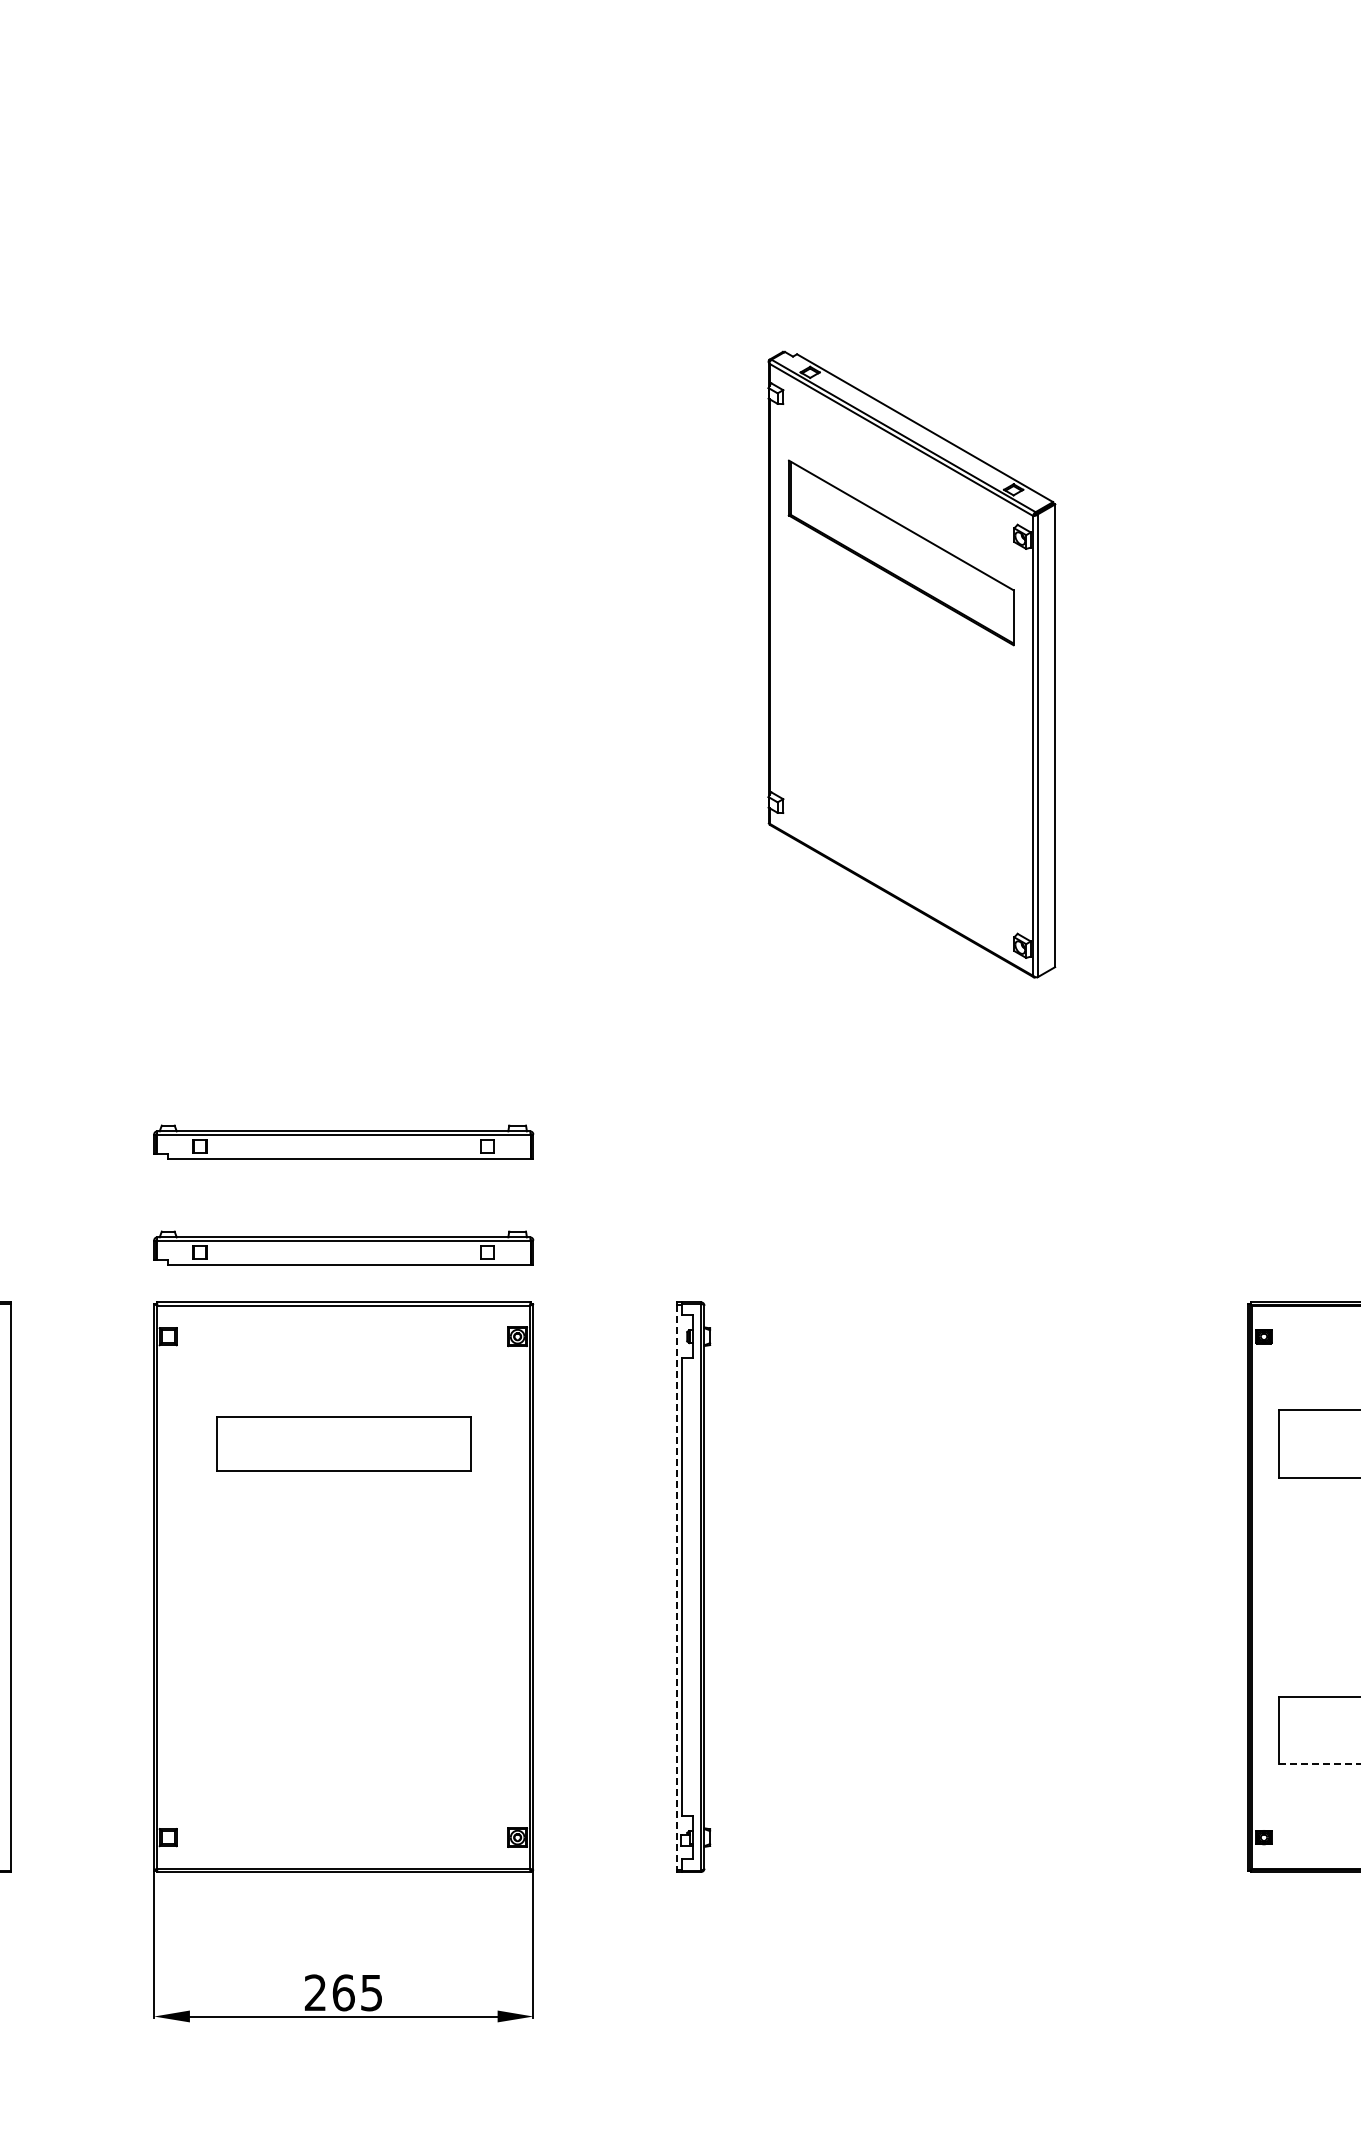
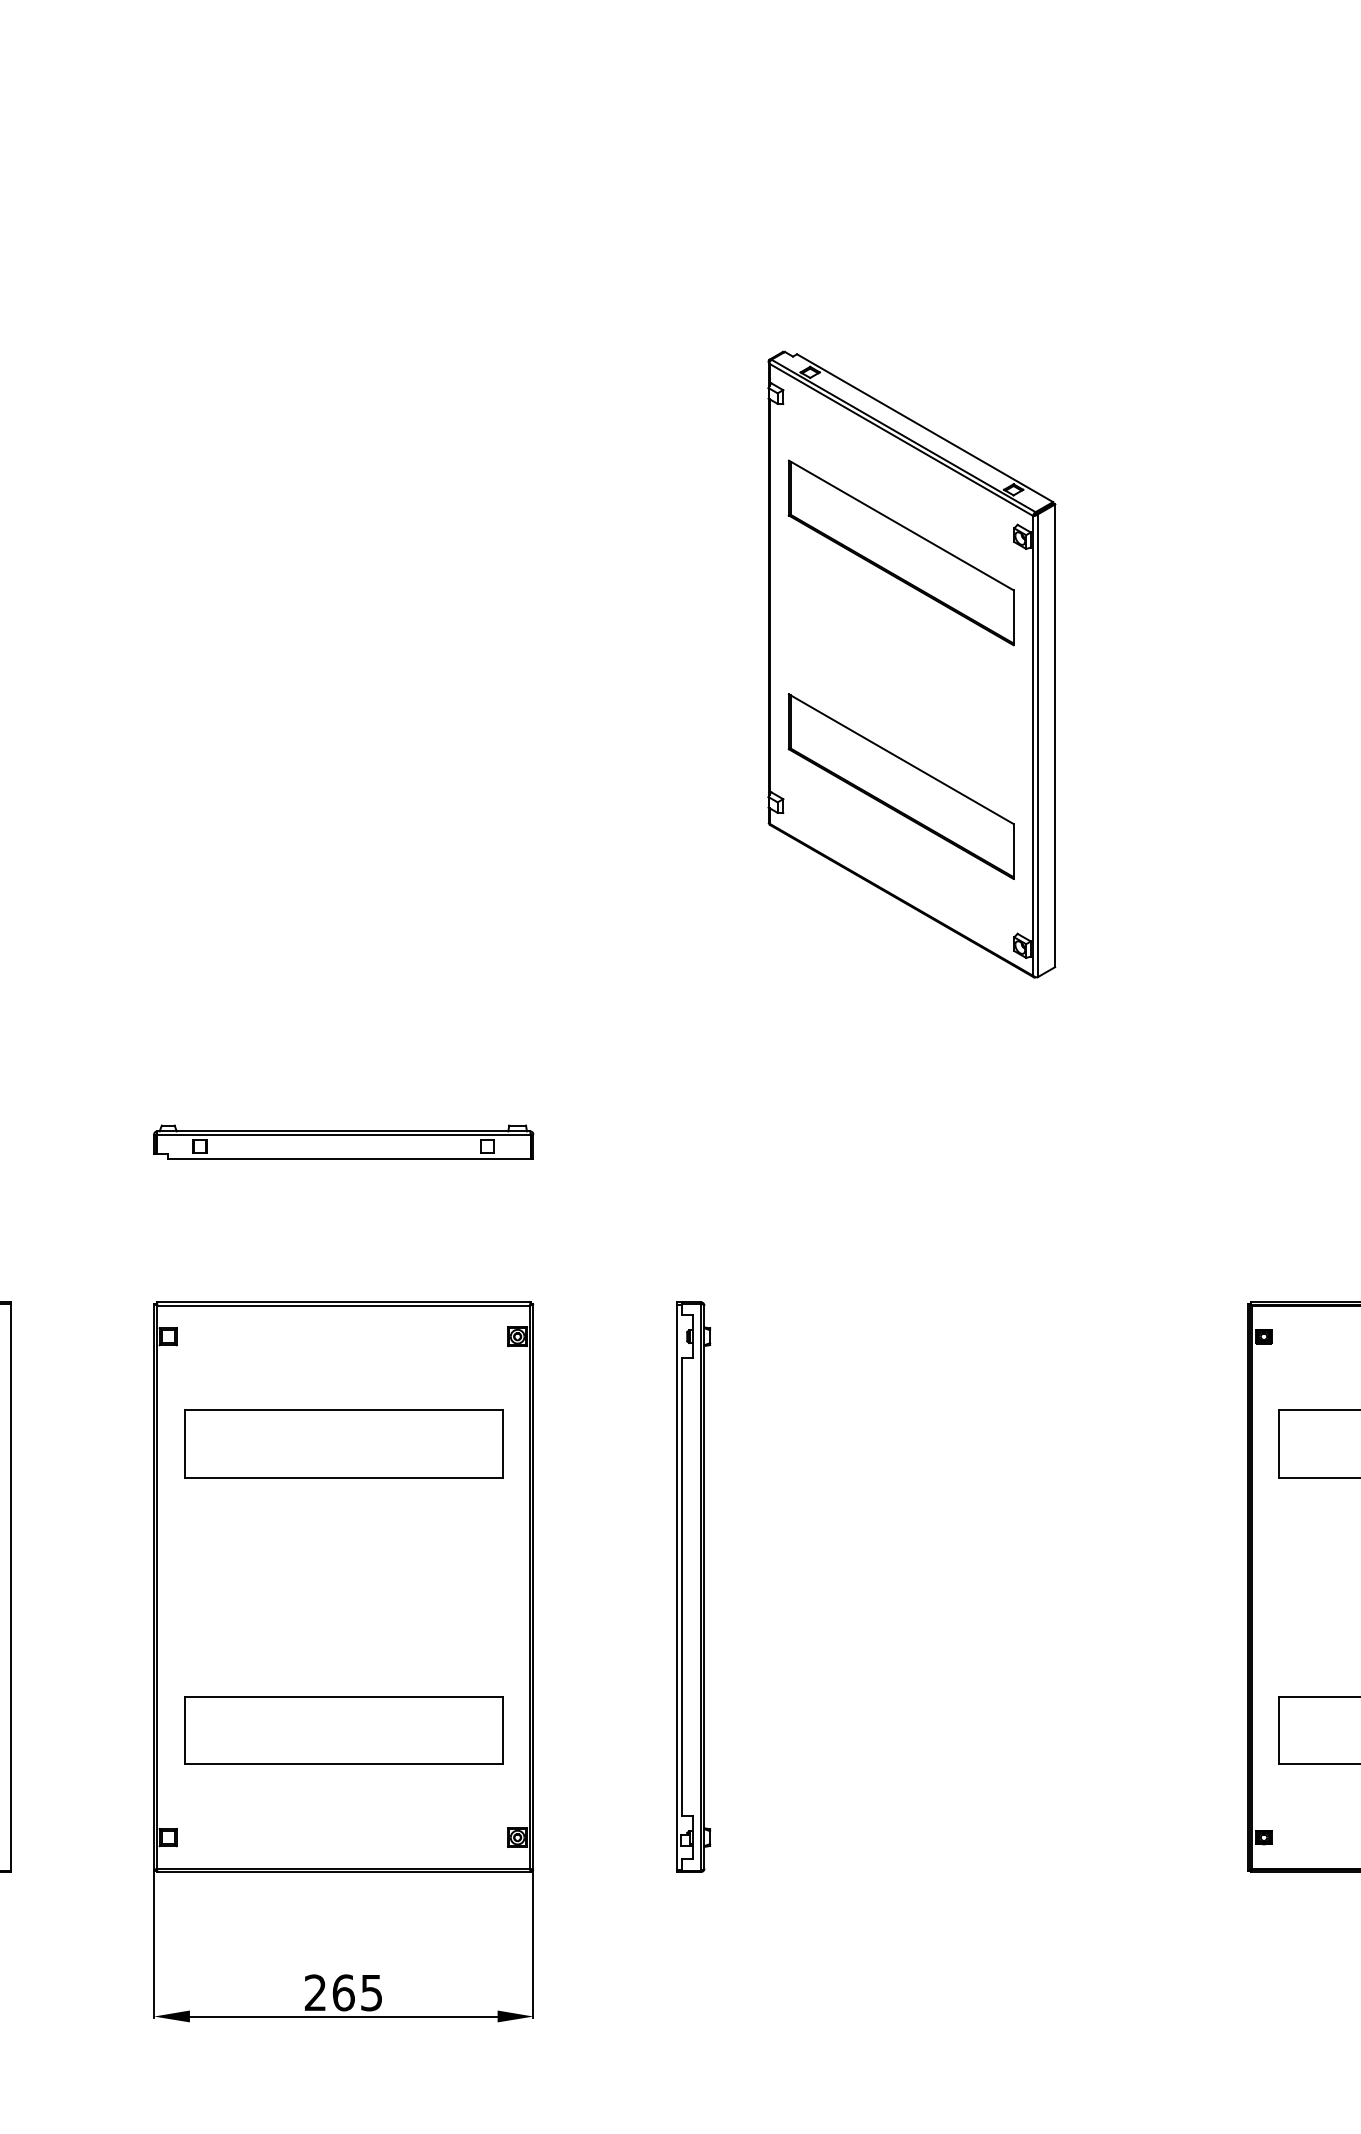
part at (900, 786): none -> present
part at (343, 1247): present -> none
part at (343, 1443) size: 256x56 px -> 320x70 px
line at (676, 1587): dashed -> solid
part at (343, 1730): none -> present
line at (1320, 1763): dashed -> solid
